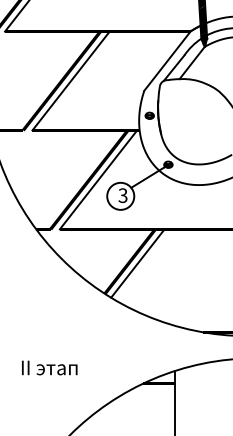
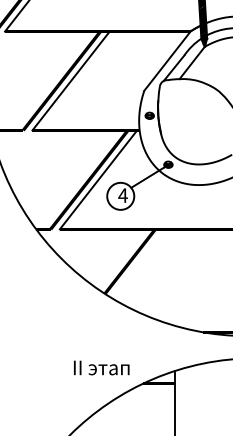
text at (122, 195): 3 -> 4
line at (137, 263): present -> none
text at (49, 367) position: (49, 367) -> (101, 367)
